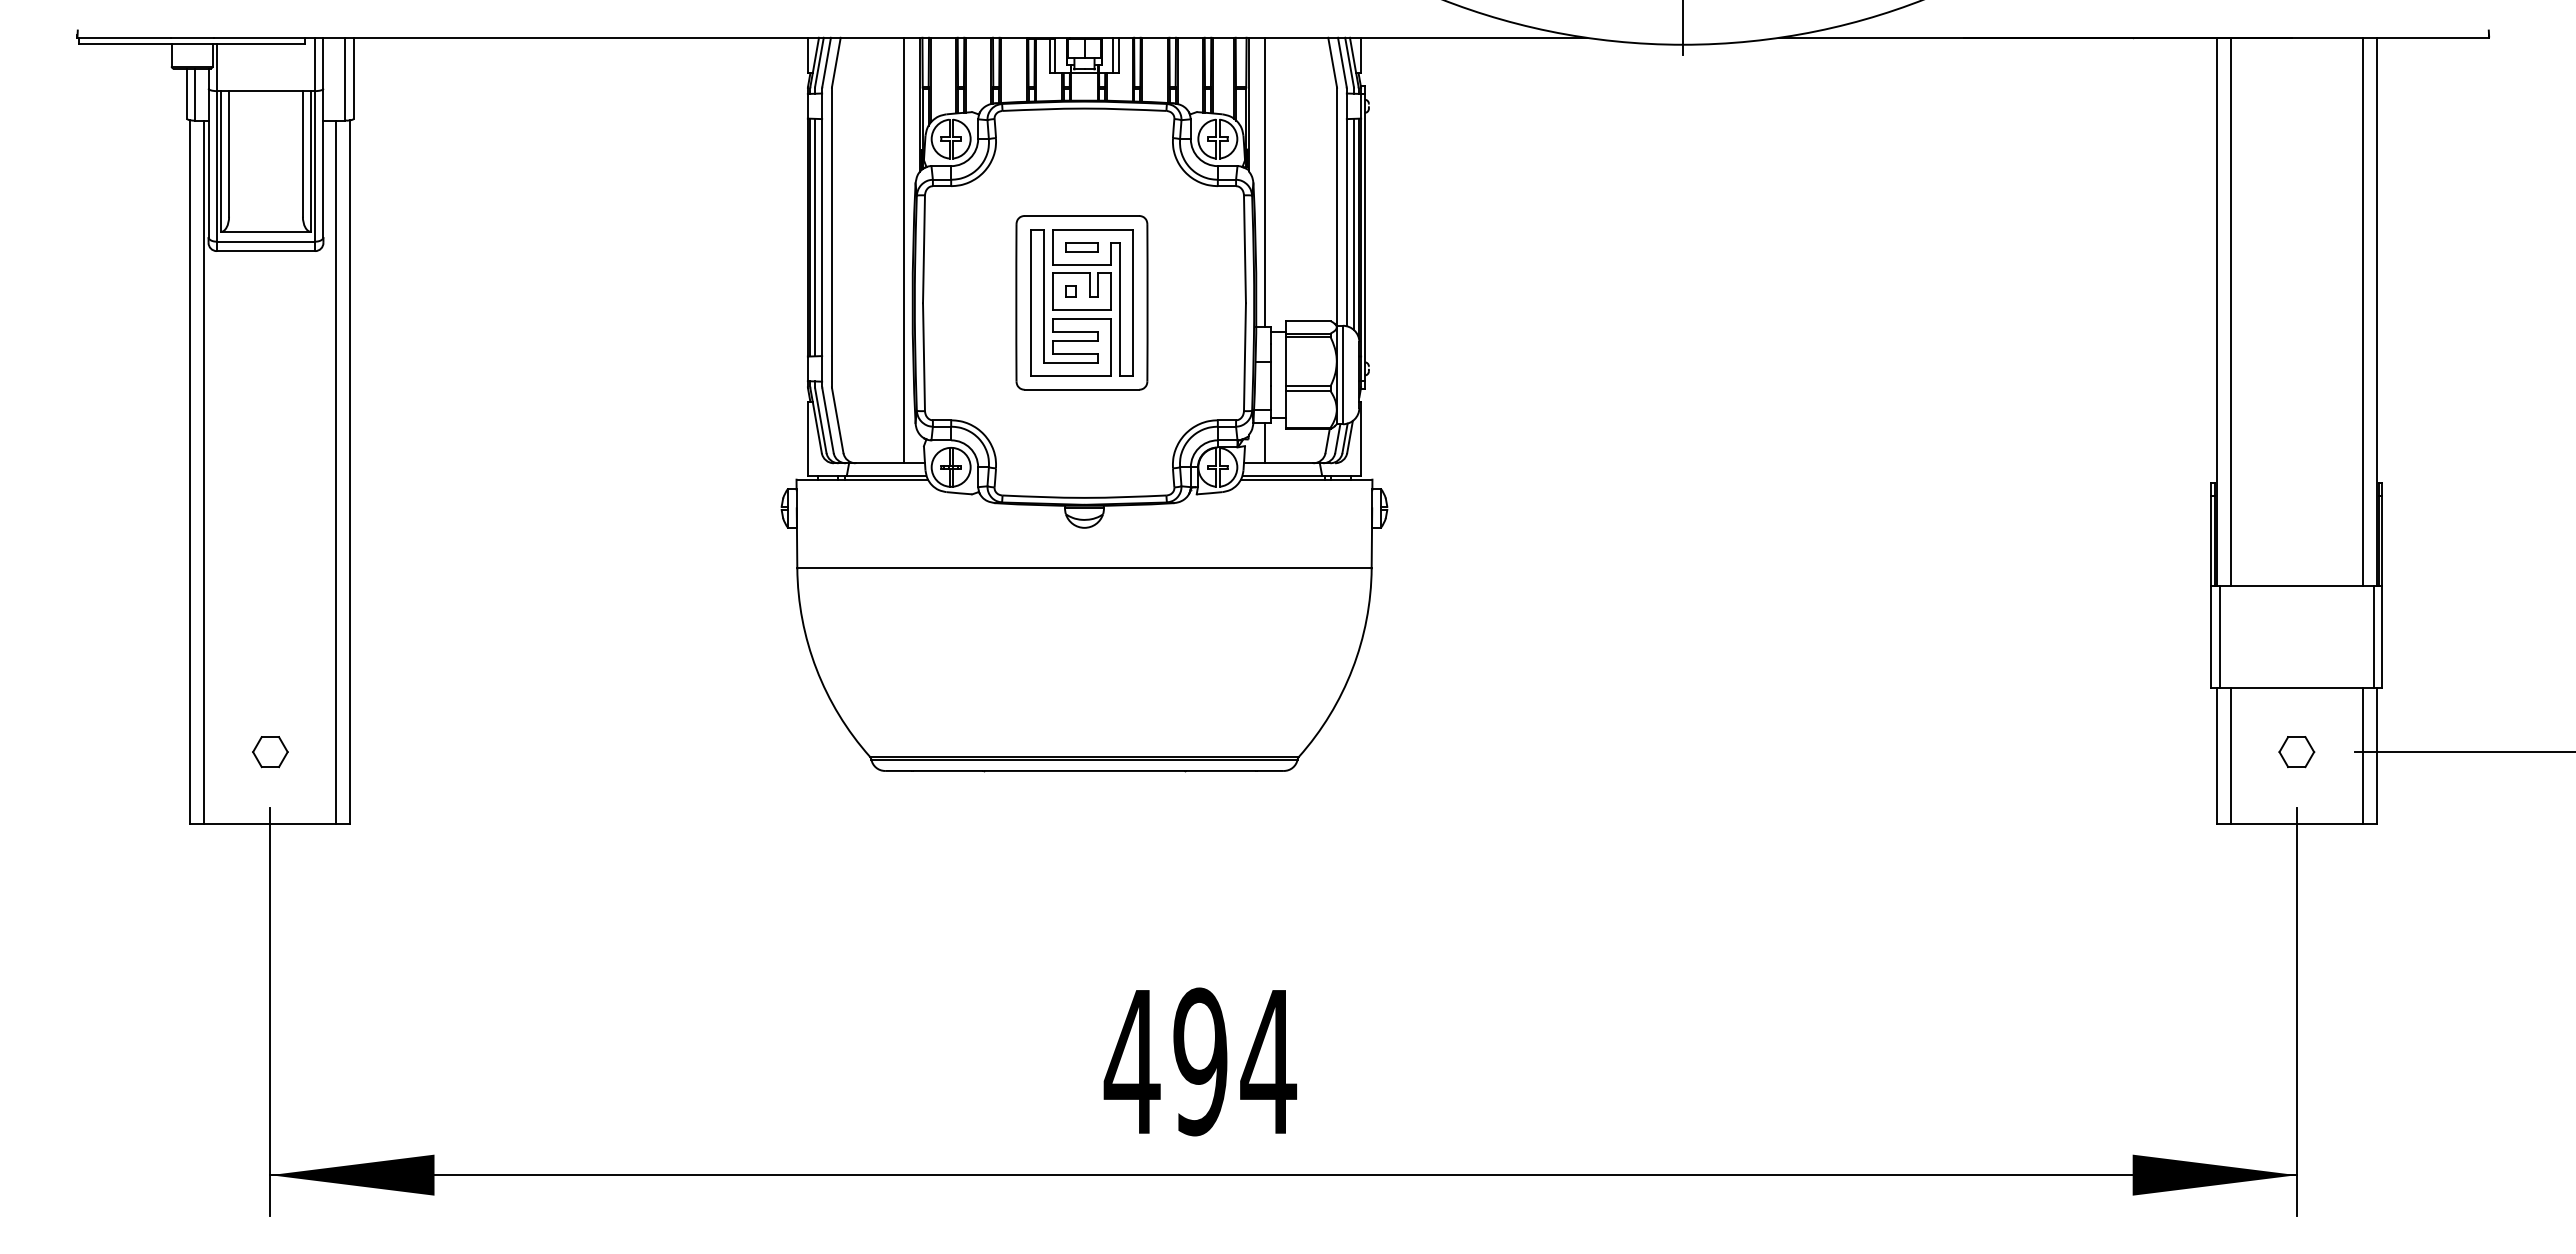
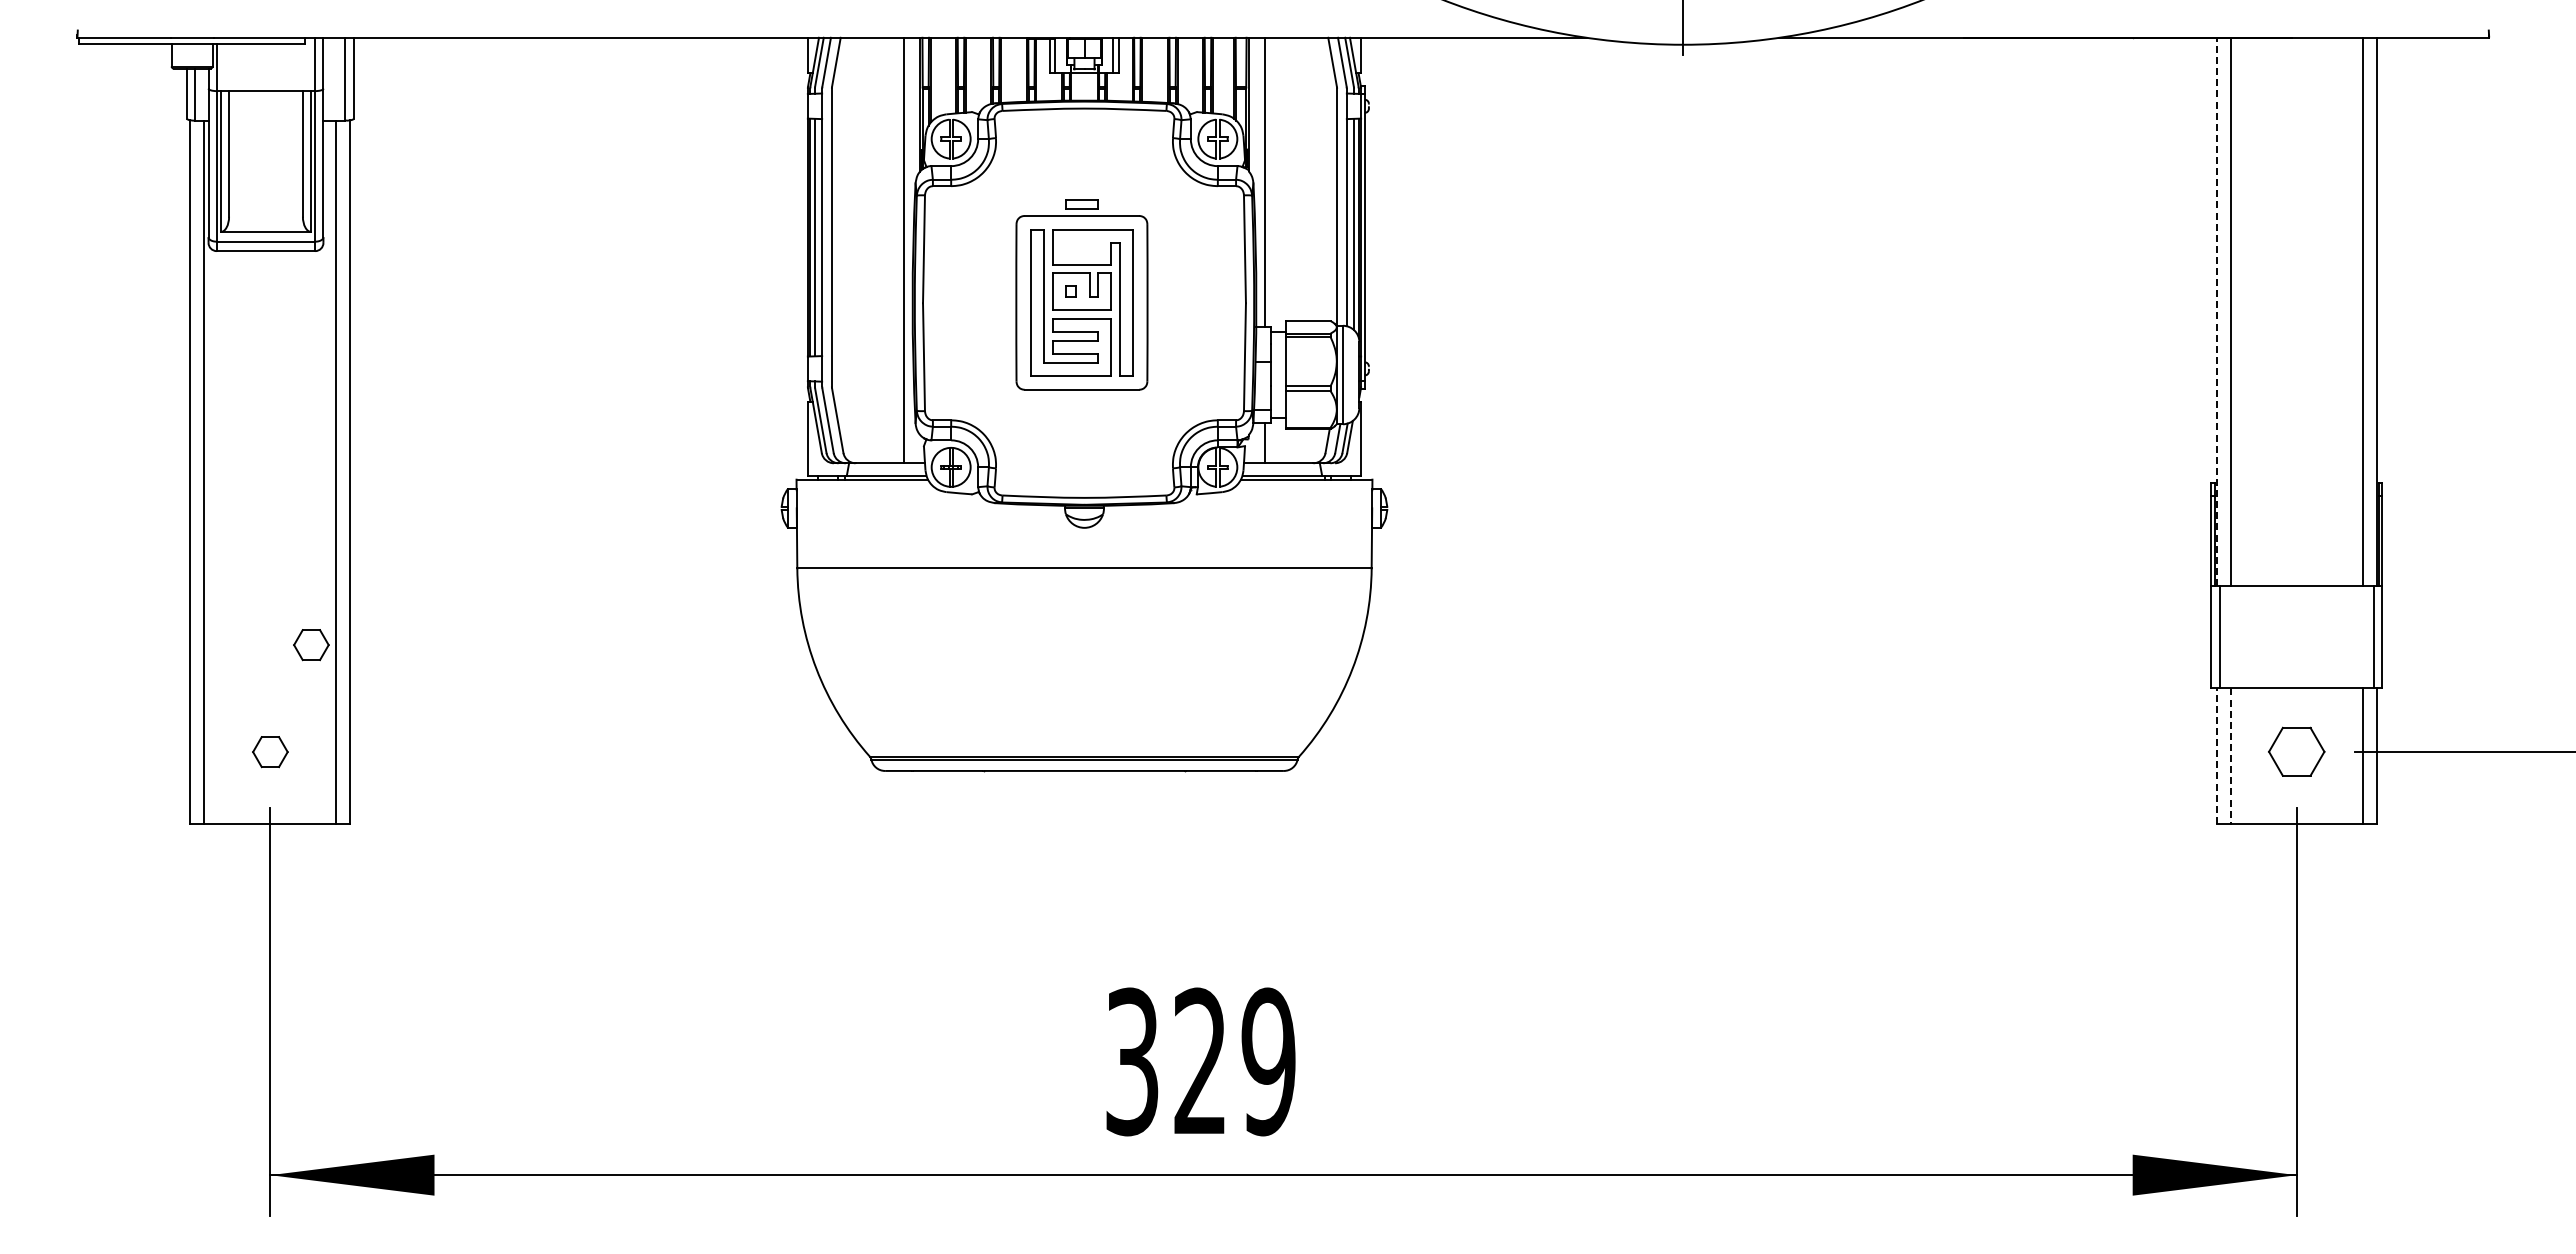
part at (1081, 247) position: (1081, 247) -> (1081, 204)
line at (2216, 312): solid -> dashed
part at (311, 645): none -> present
part at (2296, 752) size: 38x33 px -> 58x51 px
line at (2216, 756): solid -> dashed
line at (2230, 756): solid -> dashed
text at (1200, 1061): 494 -> 329
